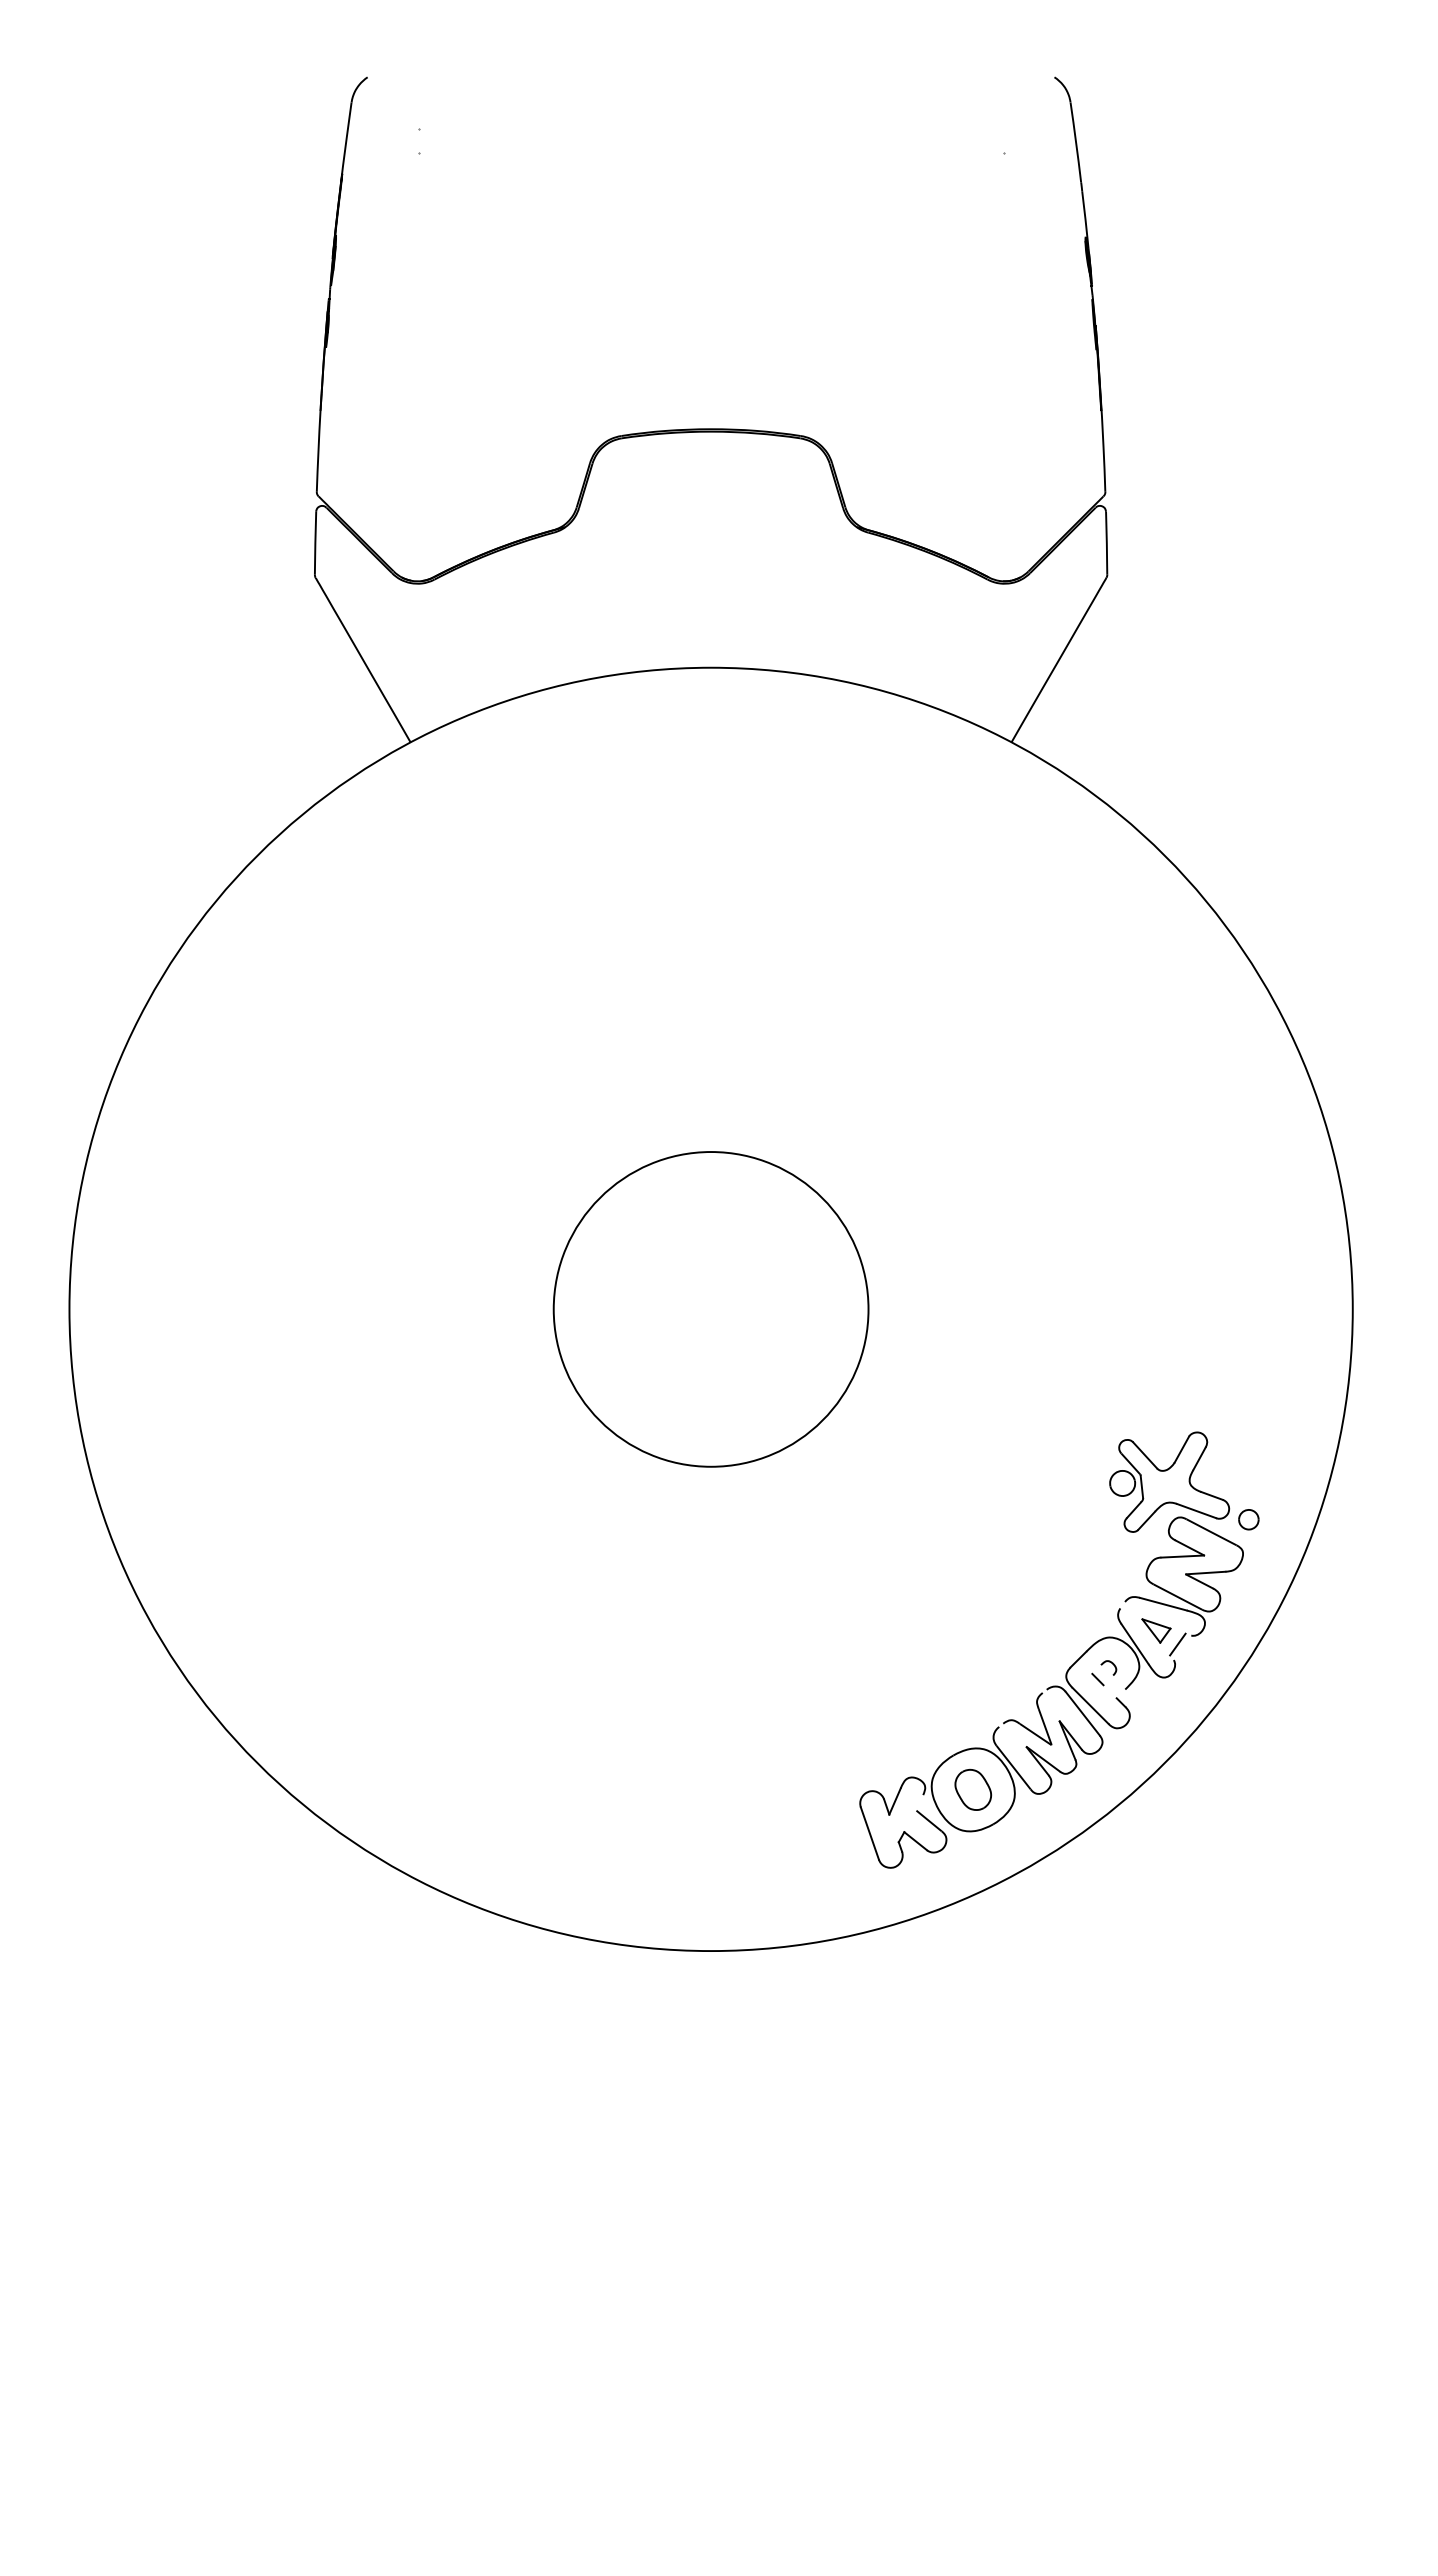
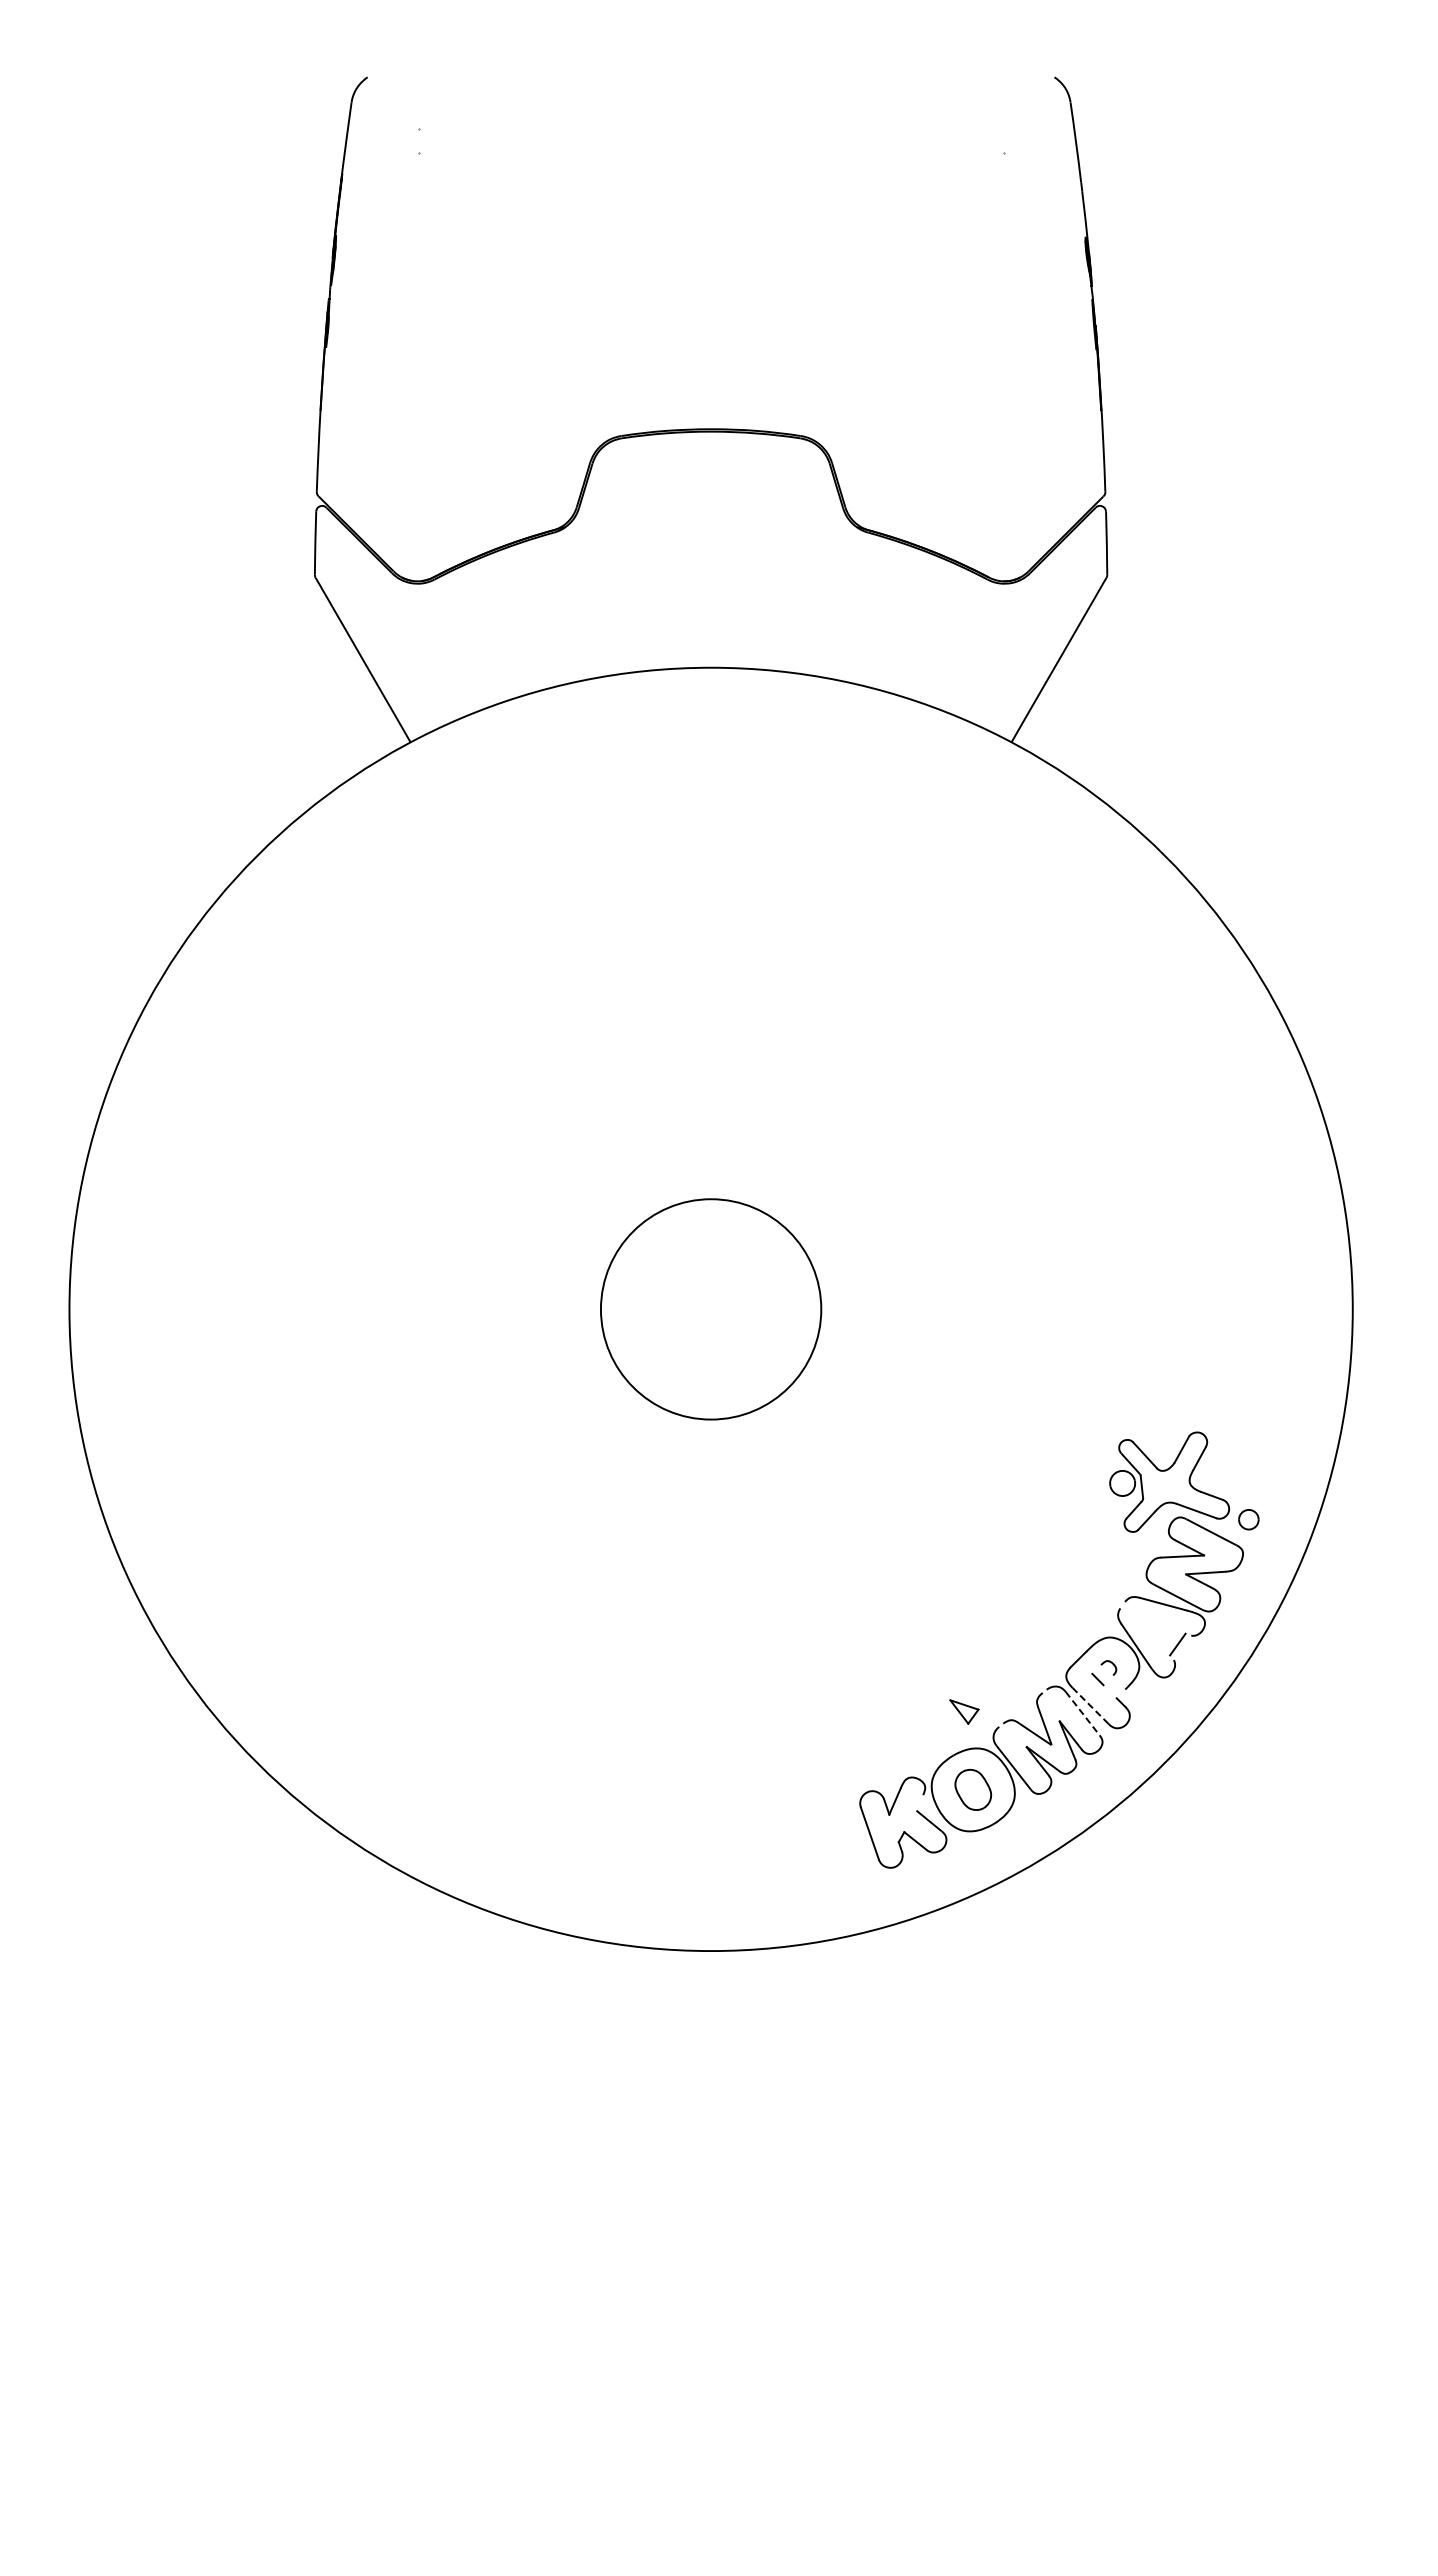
circle at (710, 1309) diameter: 315 px -> 220 px
part at (1156, 1630) position: (1156, 1630) -> (964, 1711)
line at (1090, 1705): solid -> dashed
line at (1082, 1713): solid -> dashed
